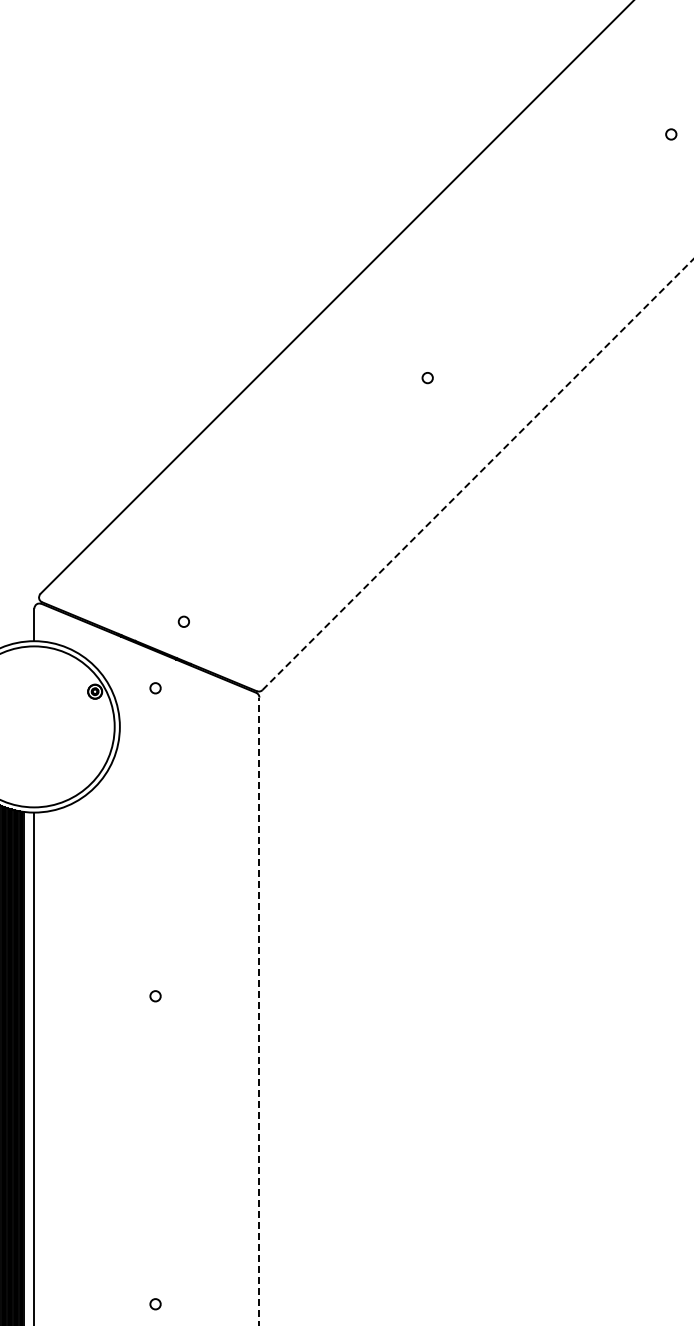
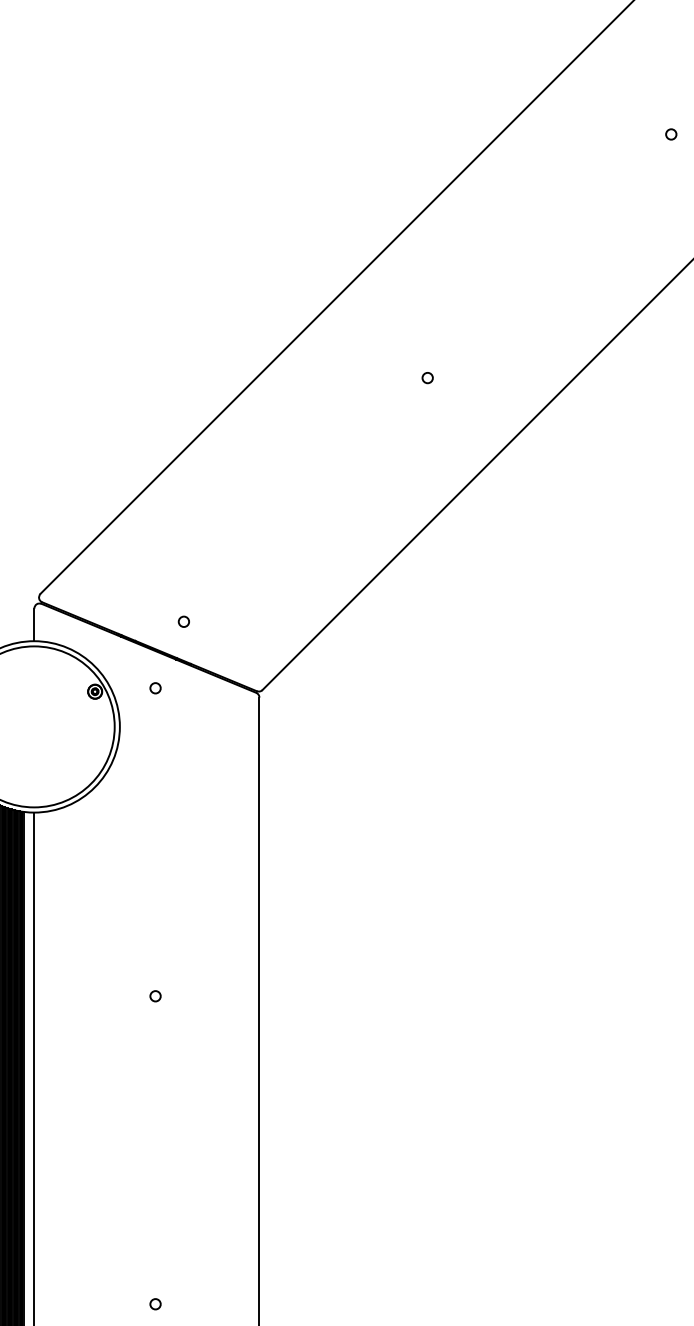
line at (478, 474): dashed -> solid
line at (259, 1011): dashed -> solid
